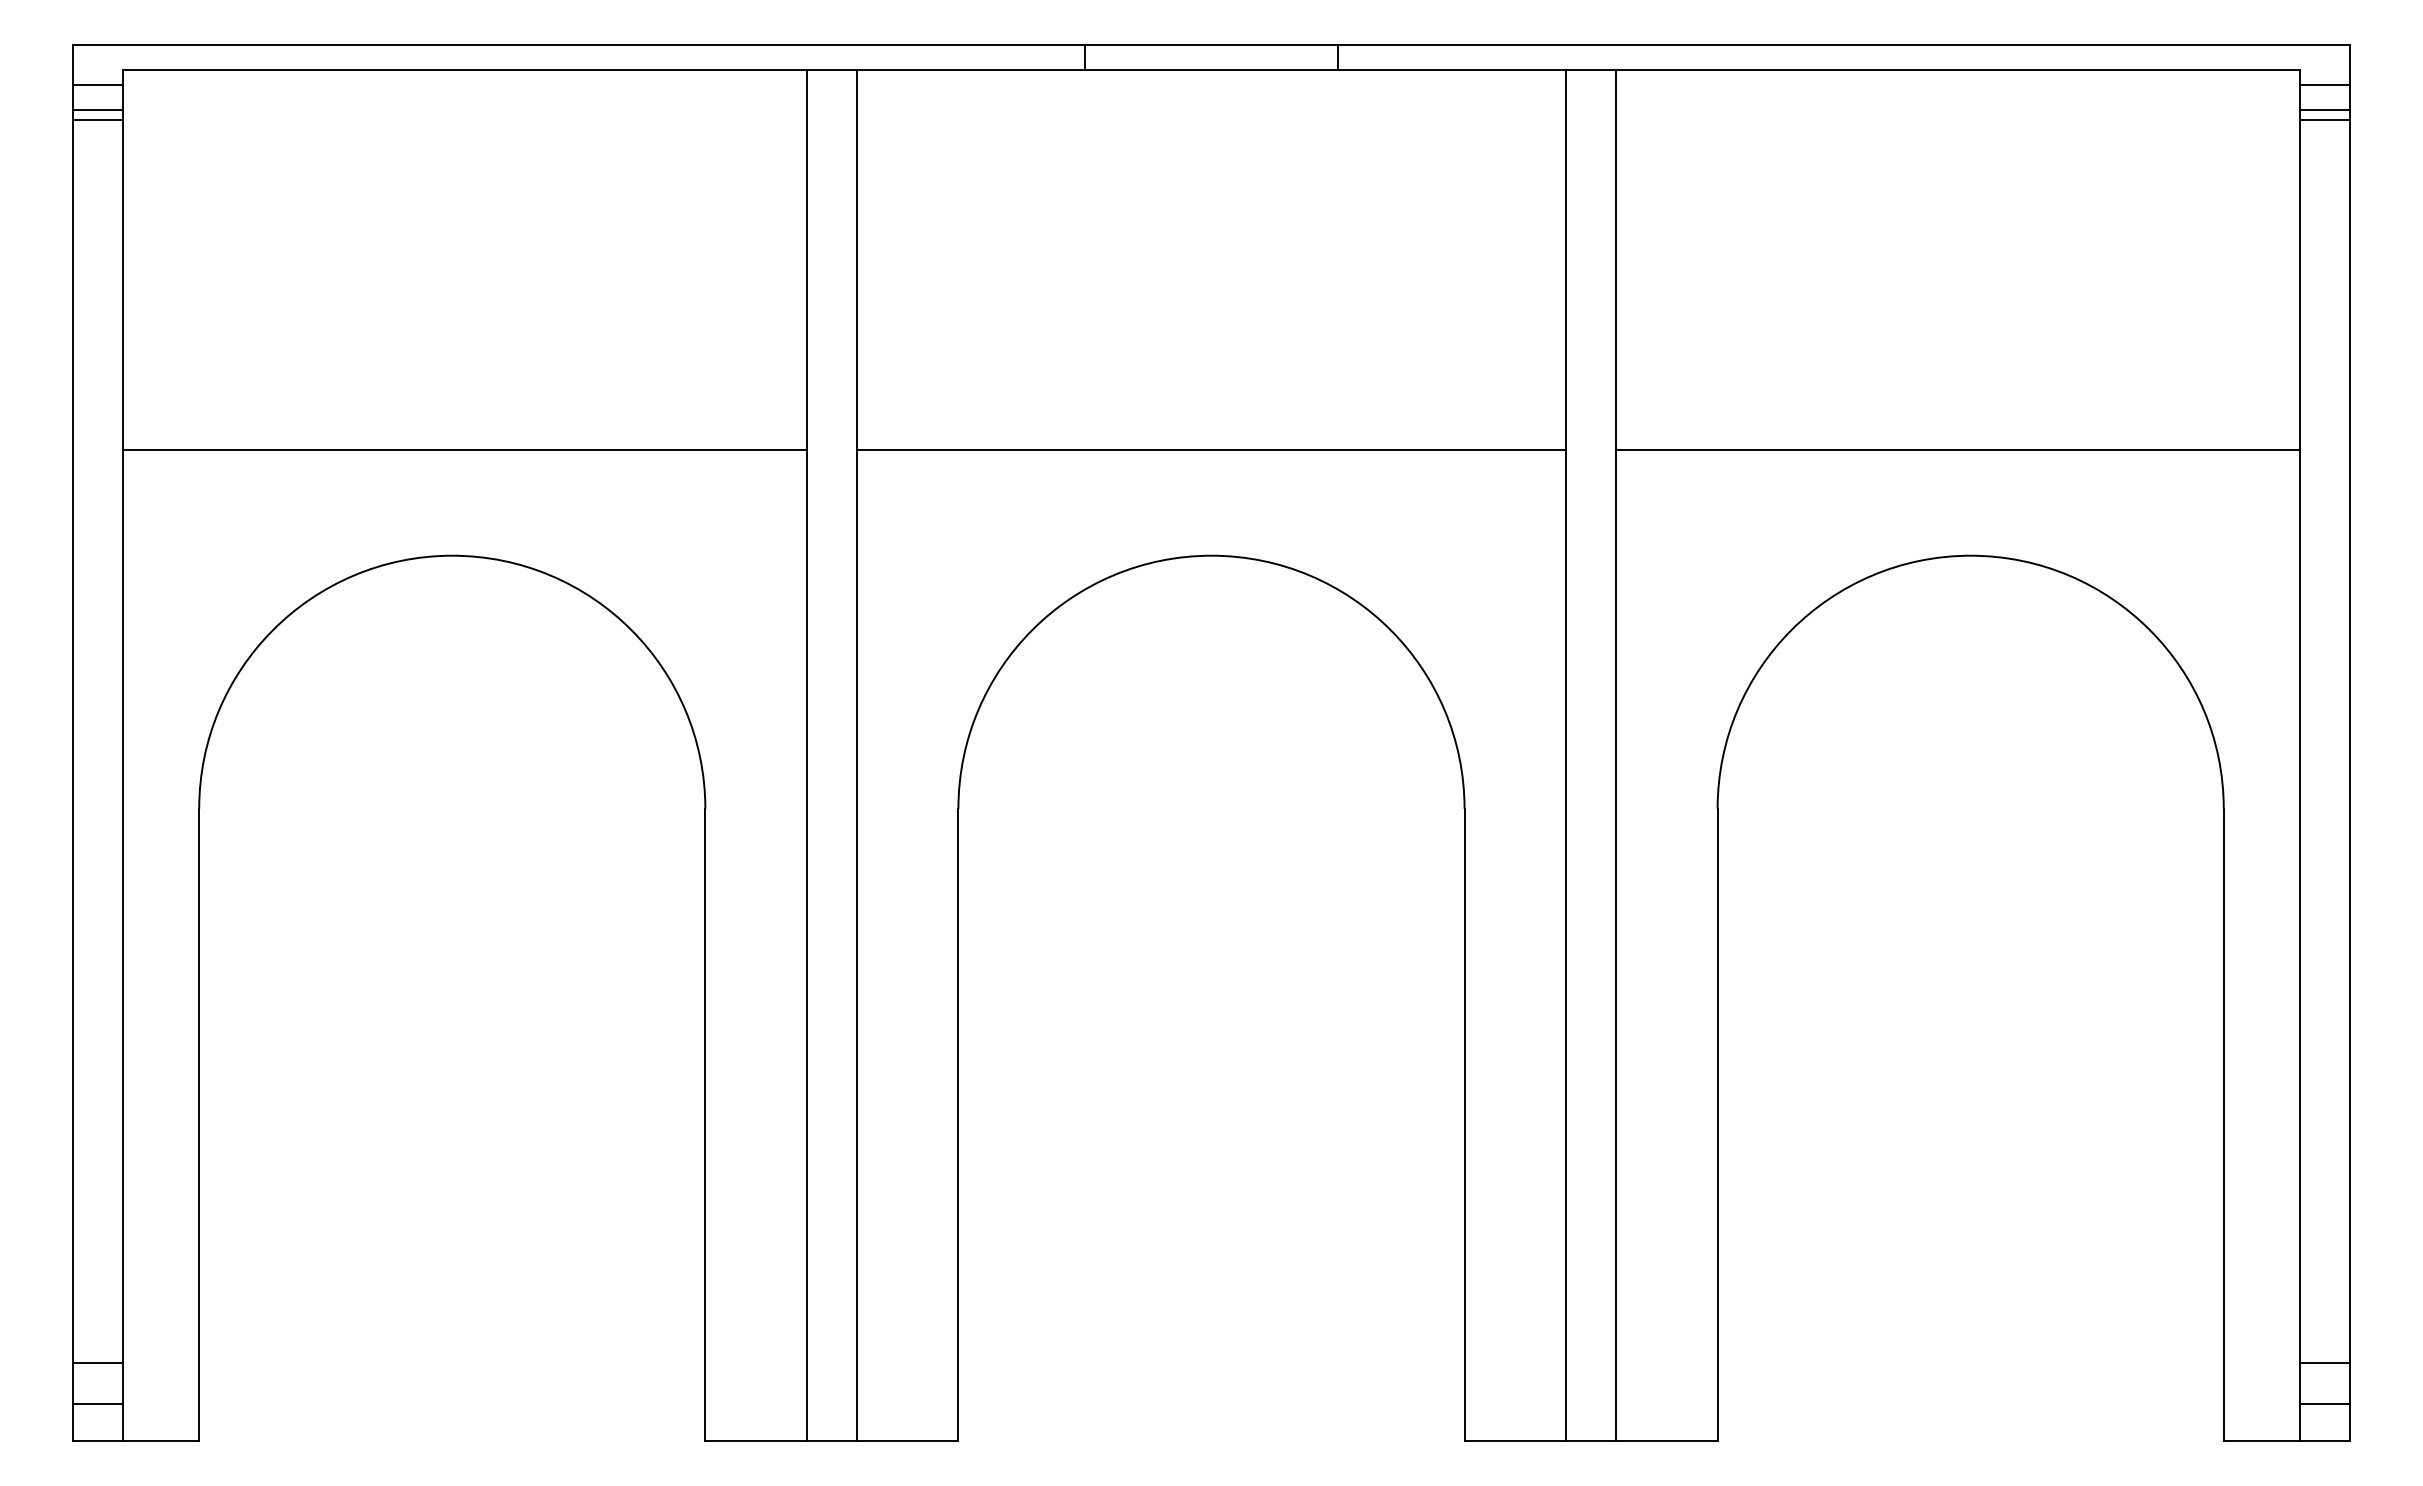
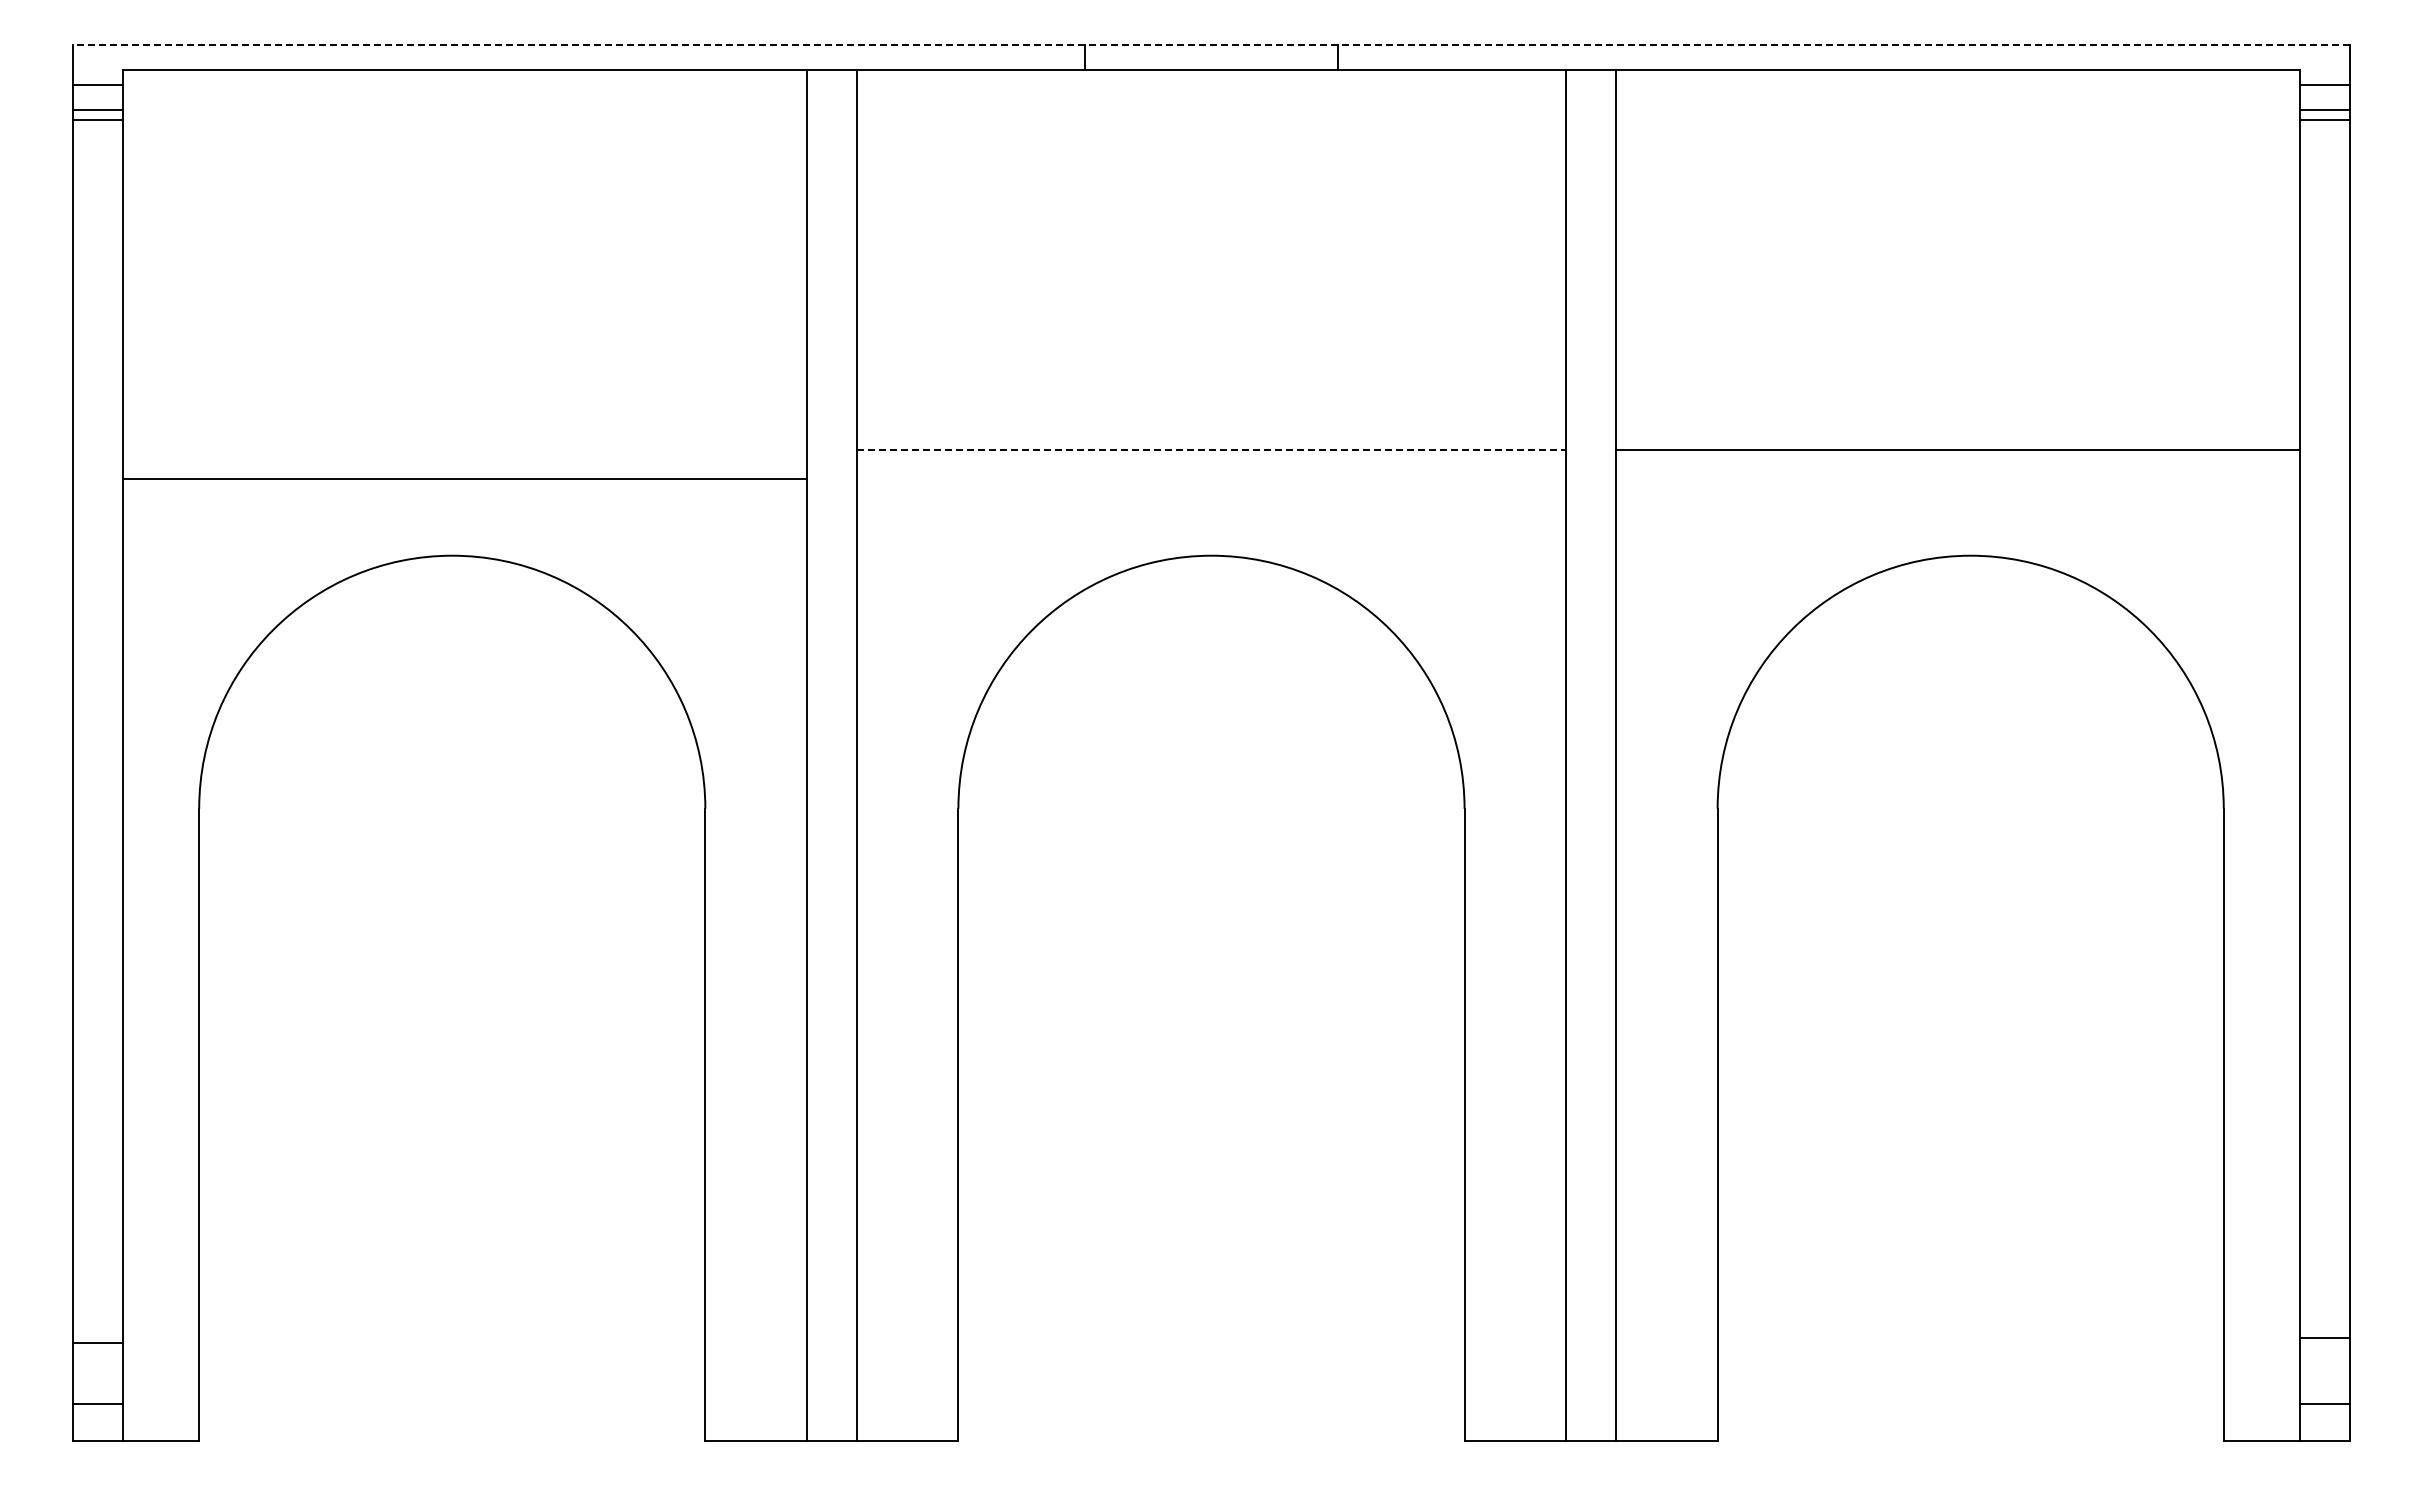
line at (1211, 44): solid -> dashed
line at (464, 450) position: (464, 450) -> (464, 479)
line at (1211, 450): solid -> dashed
line at (97, 1363) position: (97, 1363) -> (97, 1343)
line at (2324, 1363) position: (2324, 1363) -> (2324, 1338)
